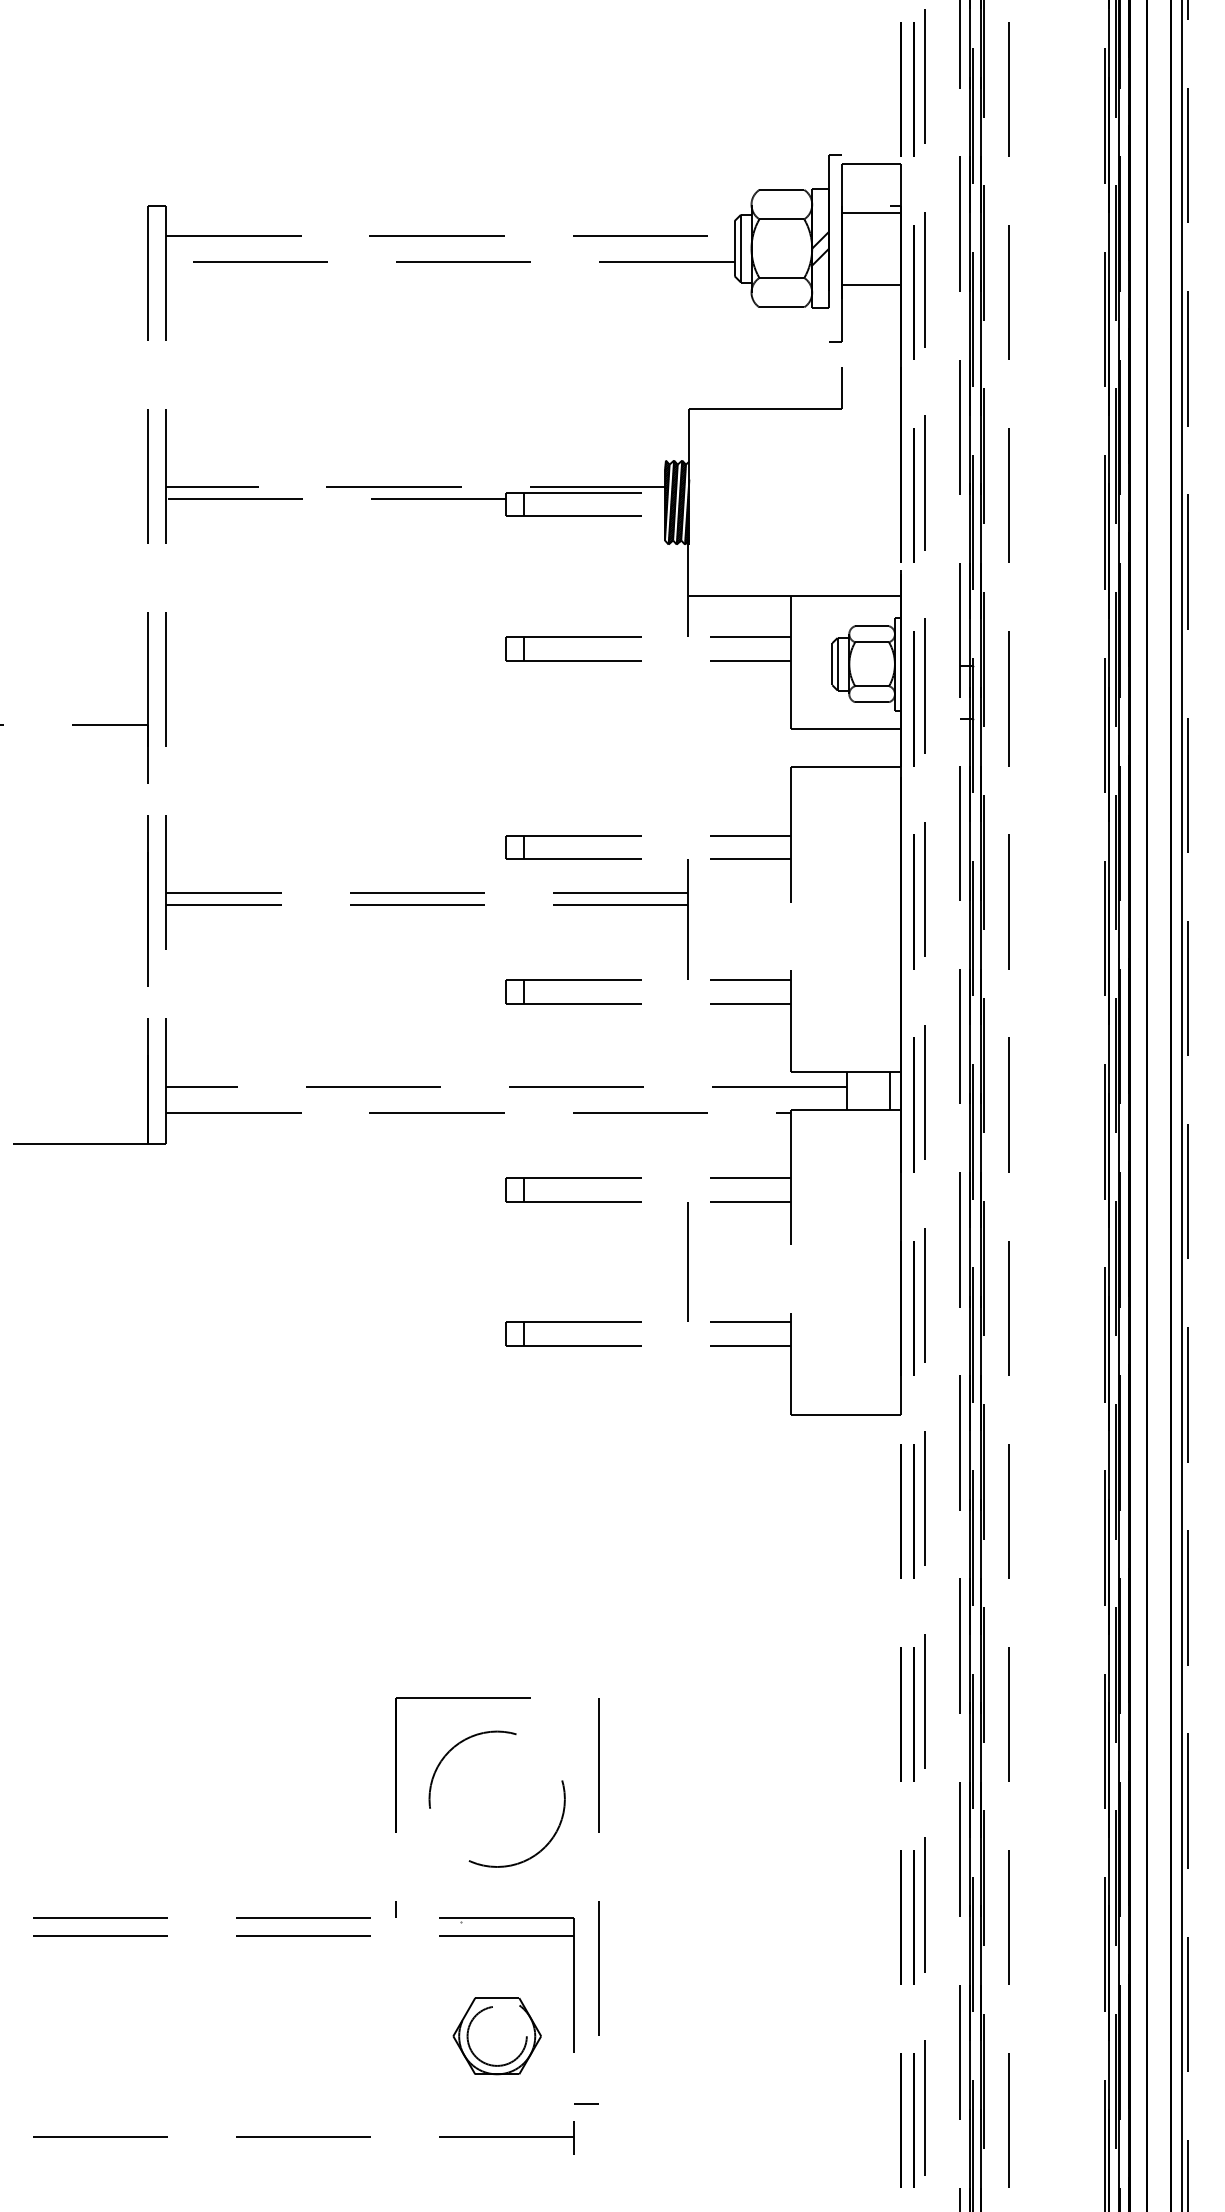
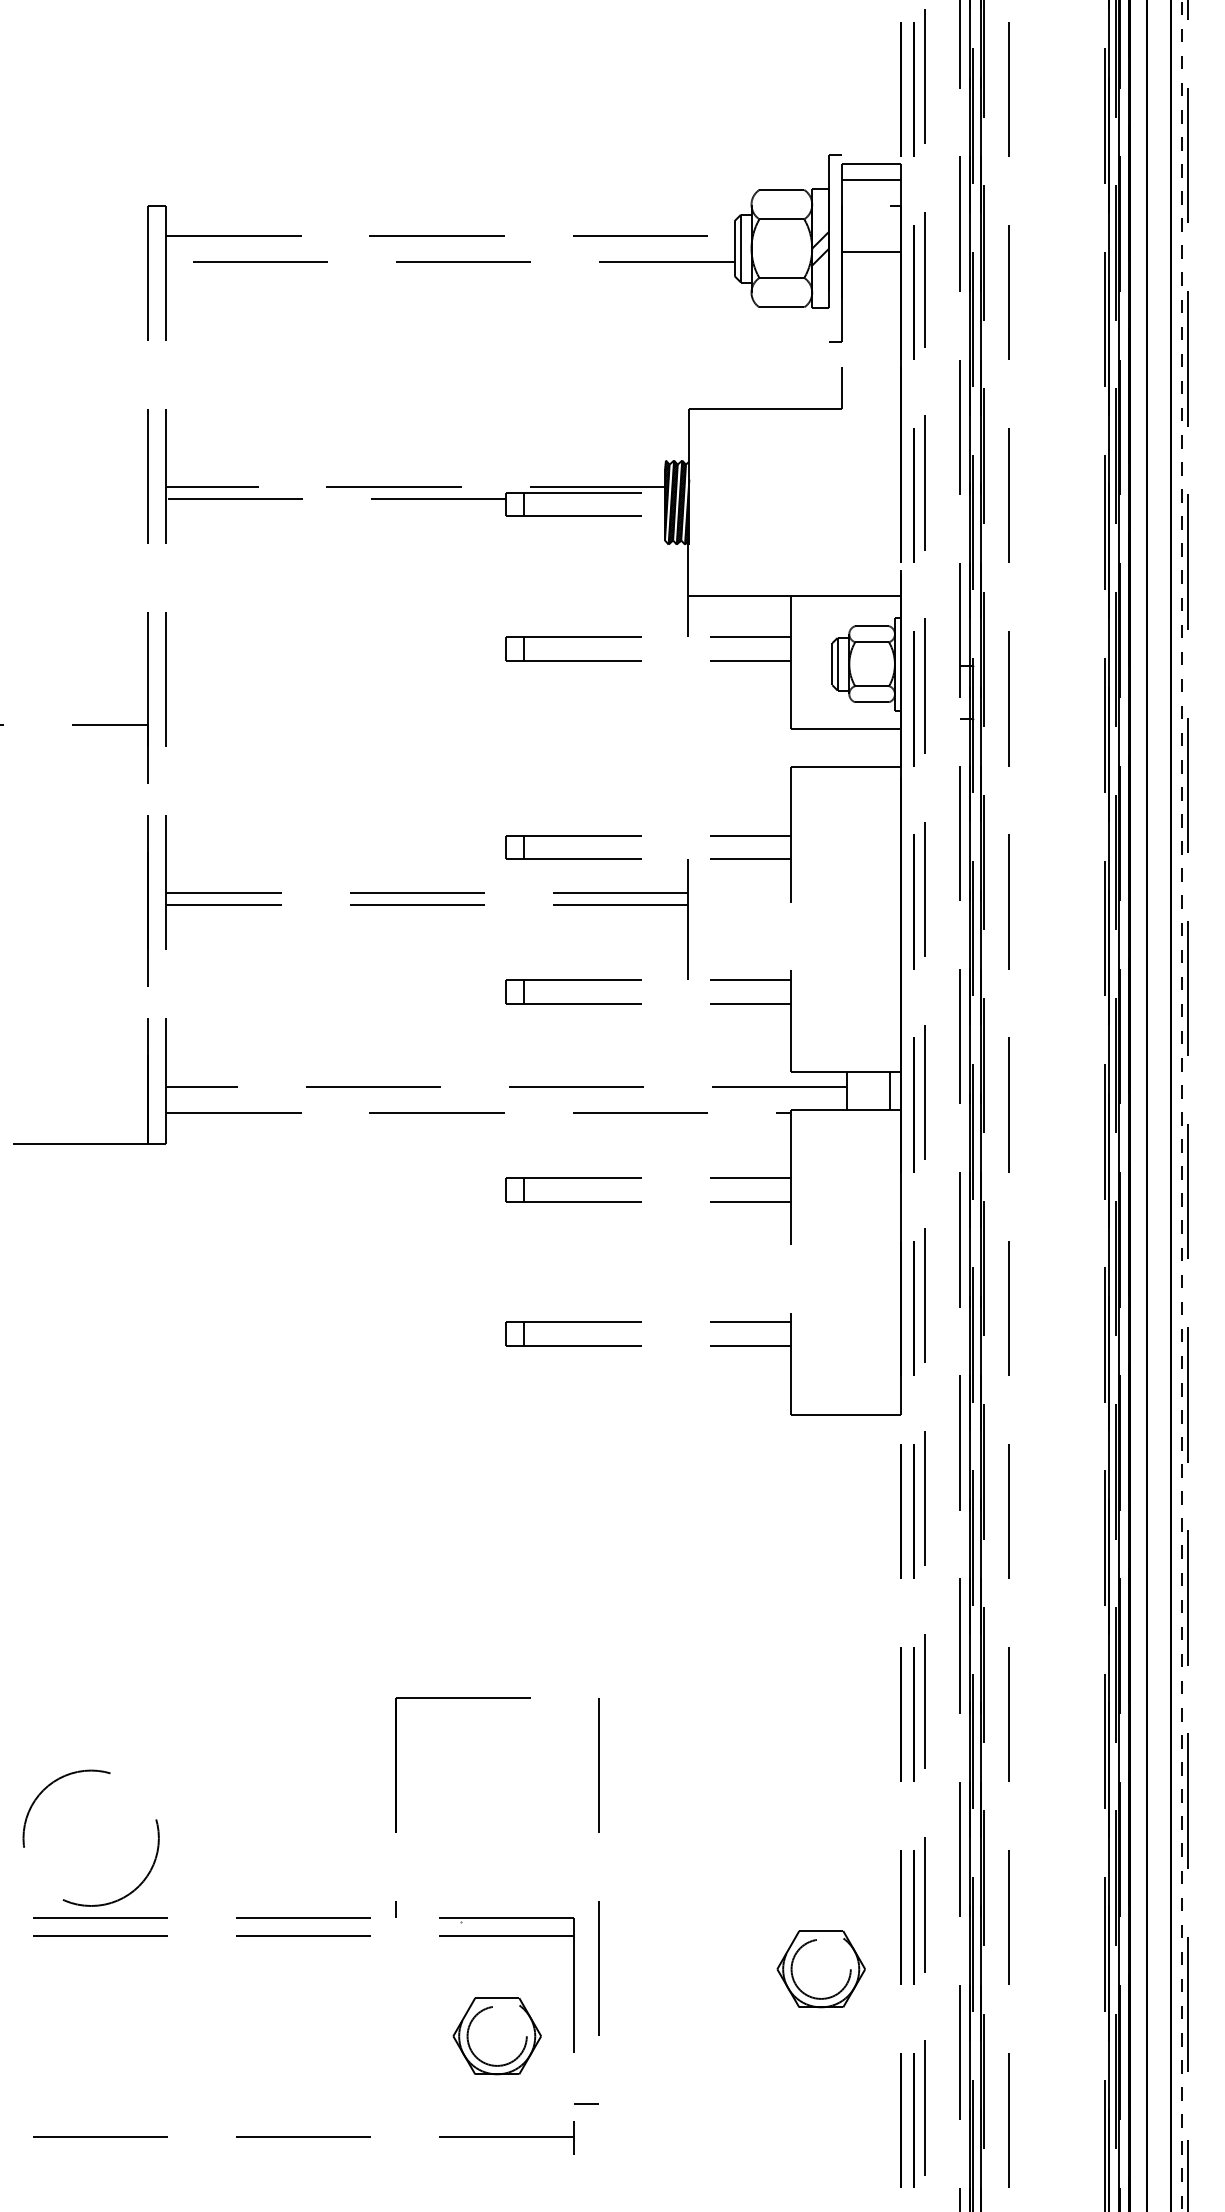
line at (870, 212) position: (870, 212) -> (870, 179)
line at (870, 284) position: (870, 284) -> (870, 251)
line at (1181, 1105): solid -> dashed
line at (688, 1261): present -> none
circle at (496, 1798) position: (496, 1798) -> (90, 1837)
part at (820, 1969): none -> present
